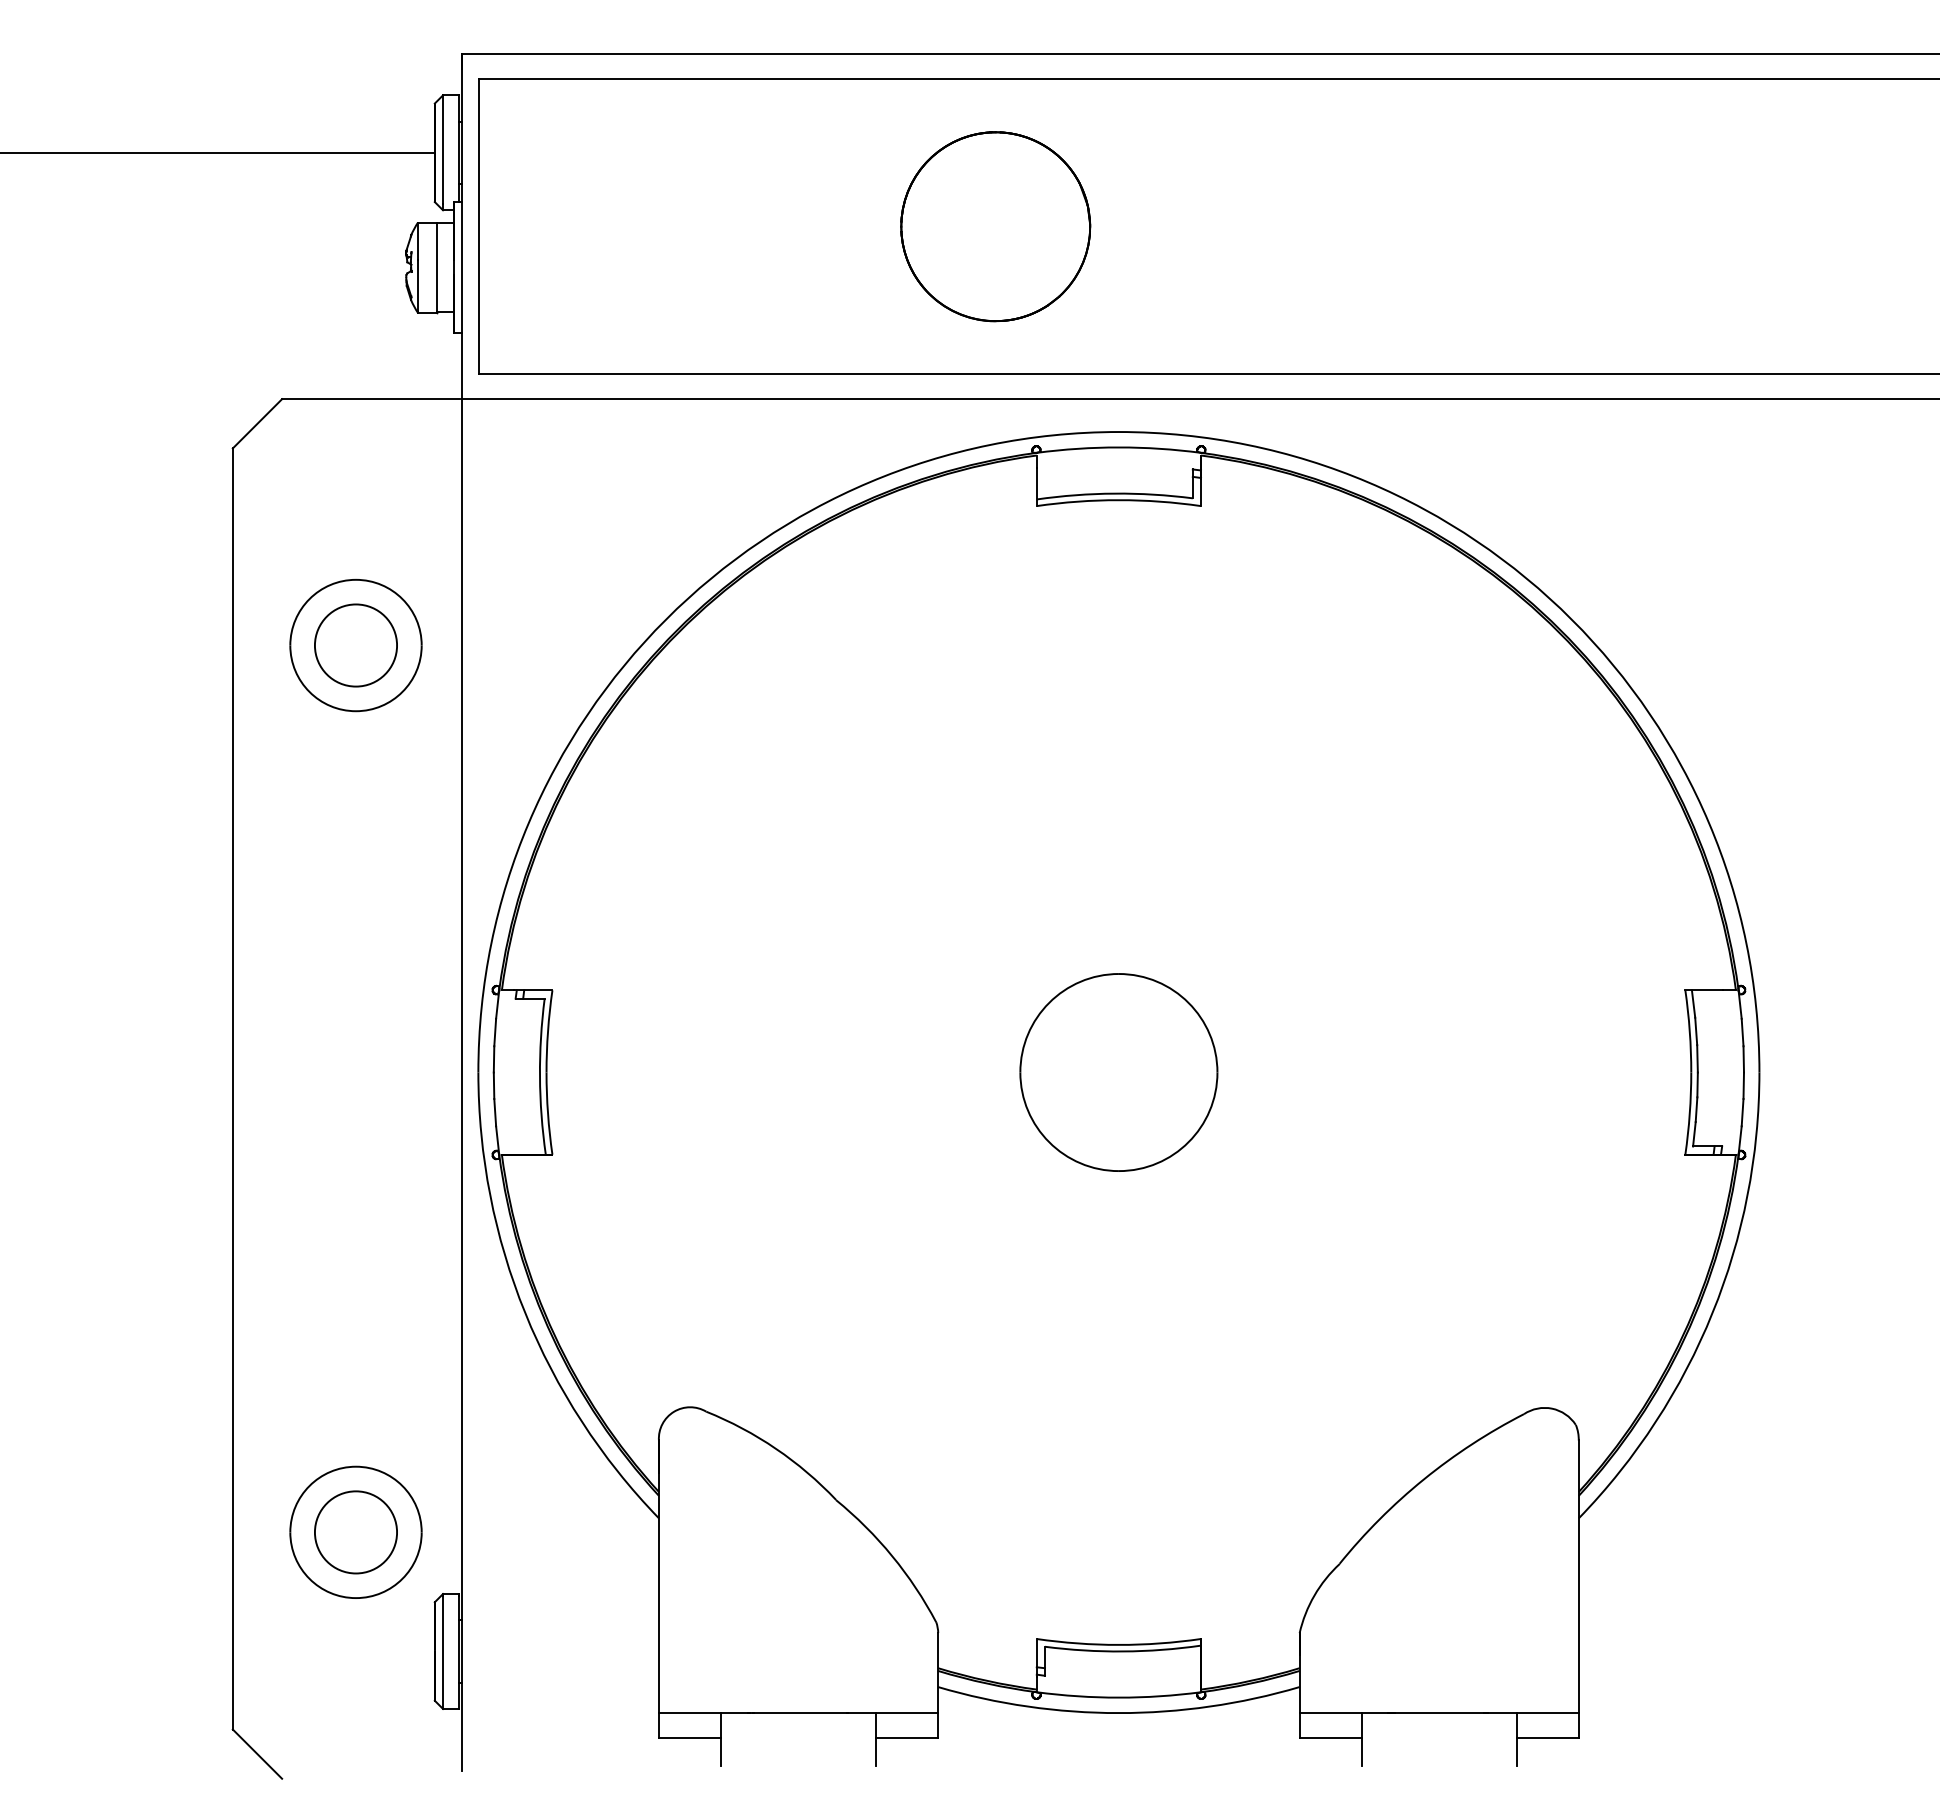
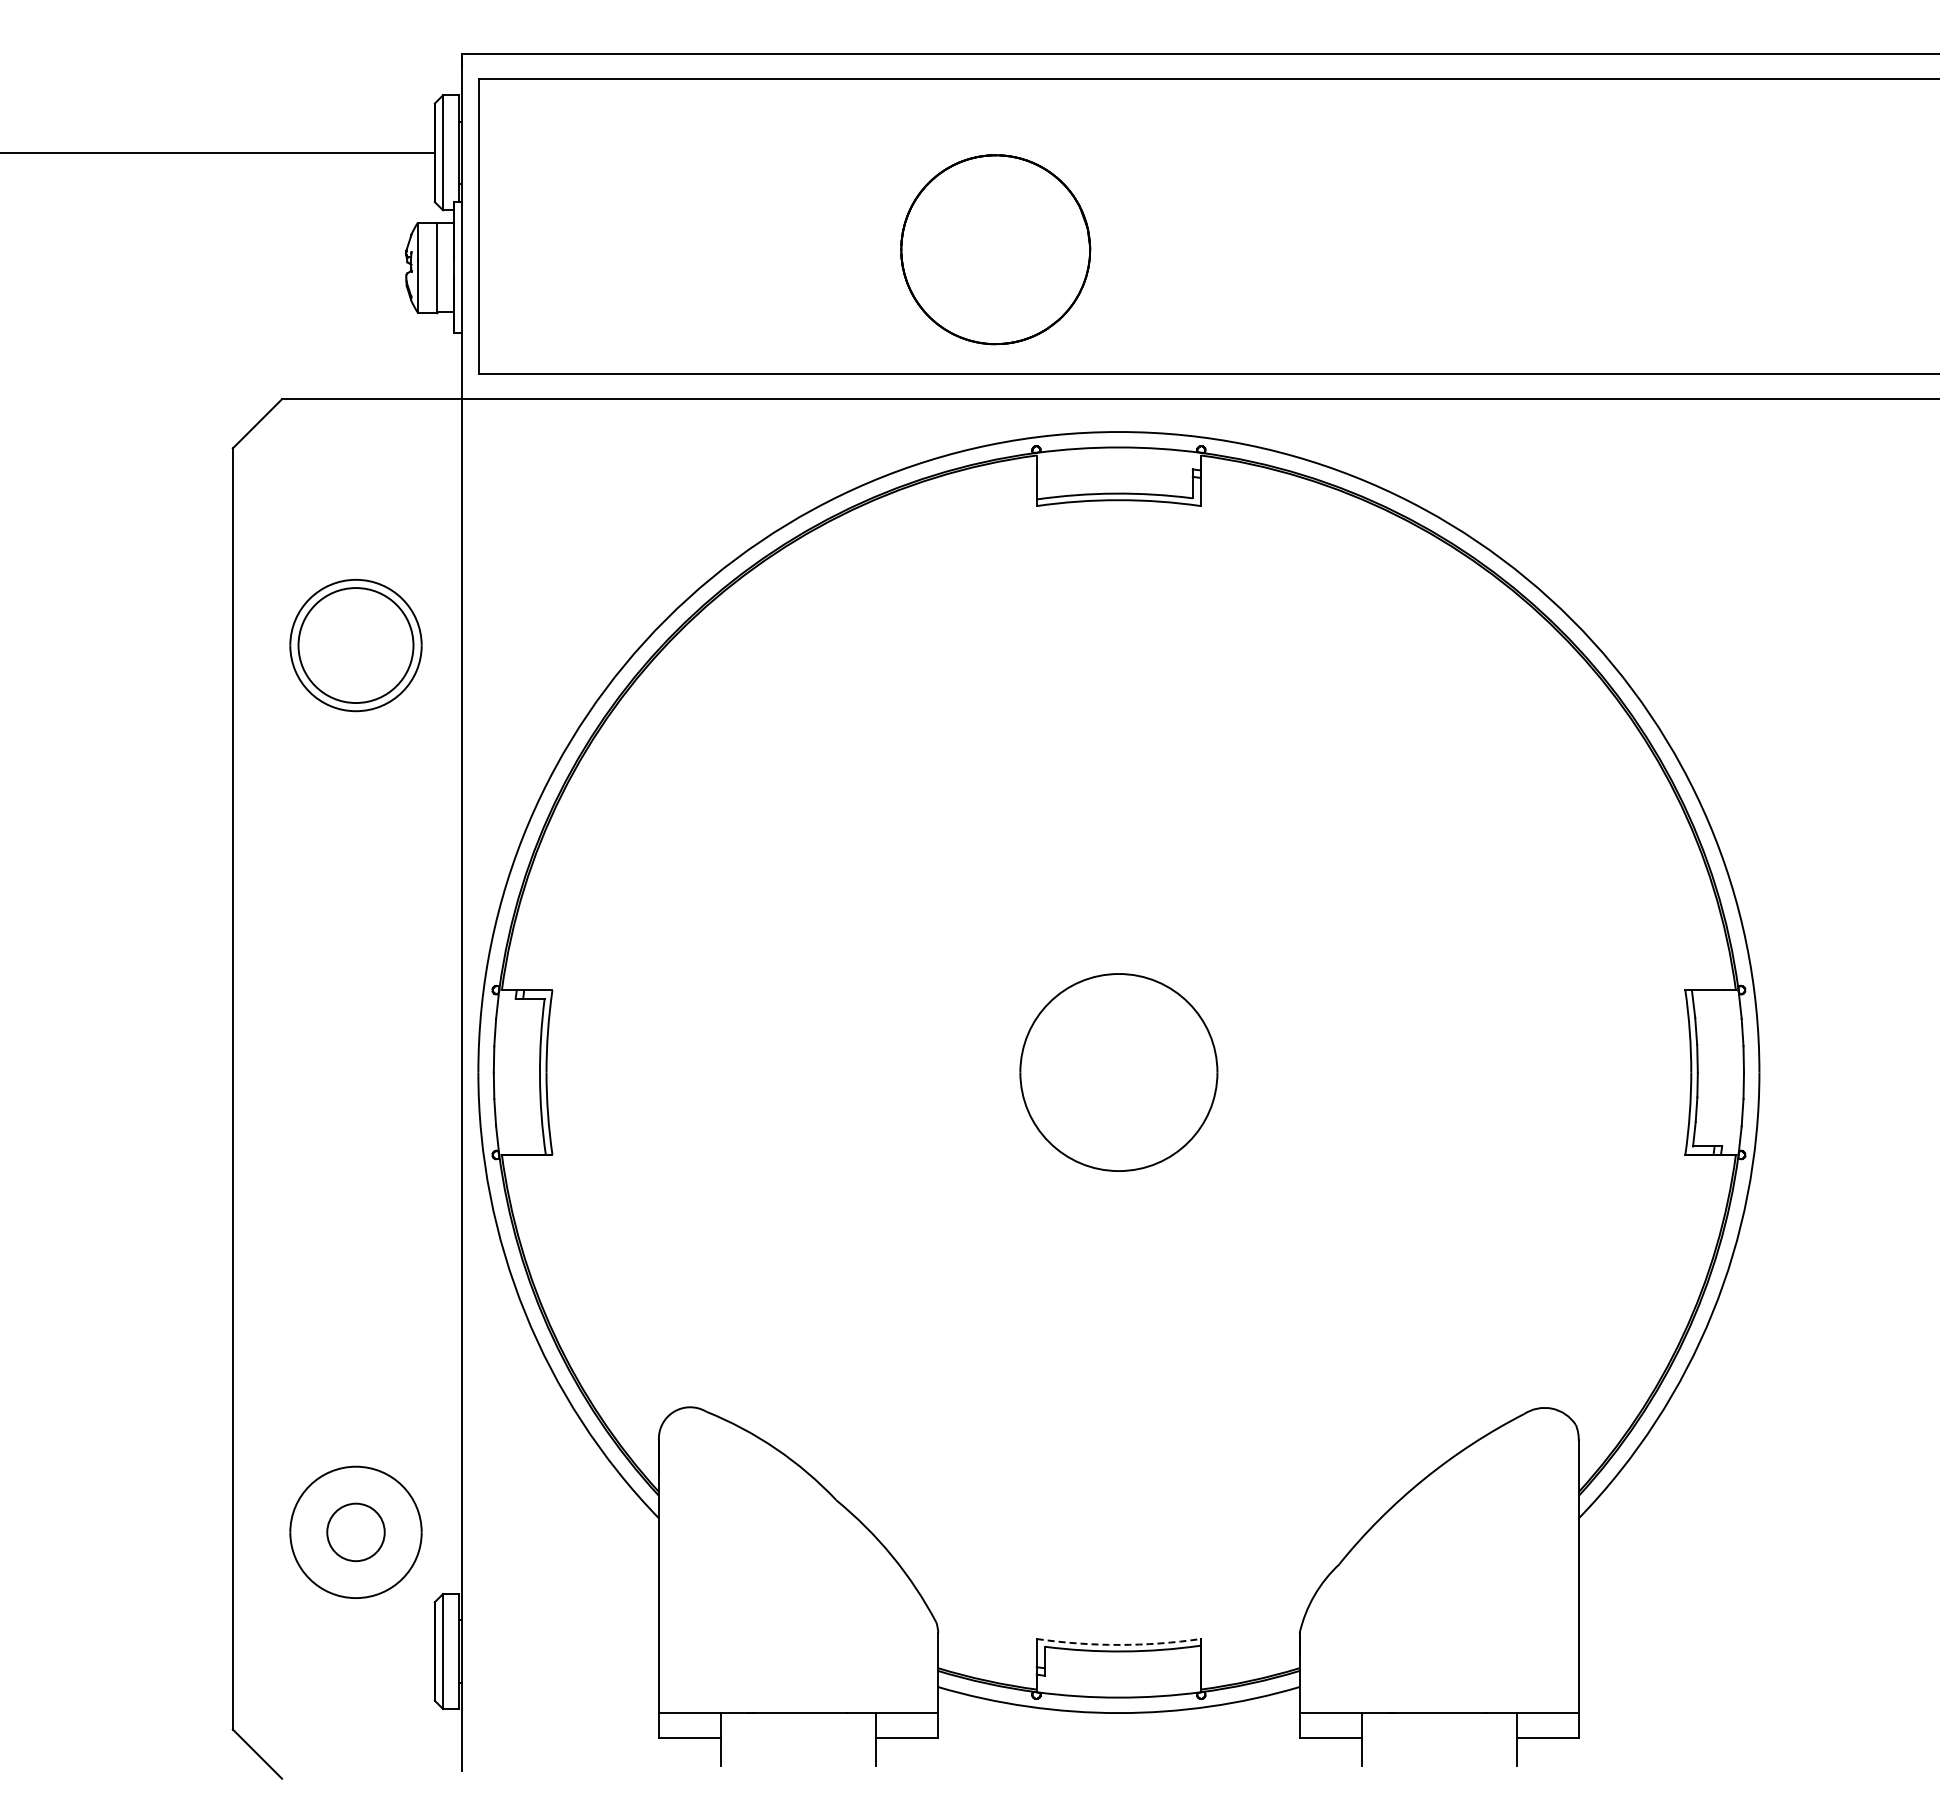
part at (995, 226) position: (995, 226) -> (995, 249)
circle at (355, 645) diameter: 82 px -> 115 px
circle at (355, 1532) diameter: 82 px -> 57 px
arc at (1118, 1644): solid -> dashed
